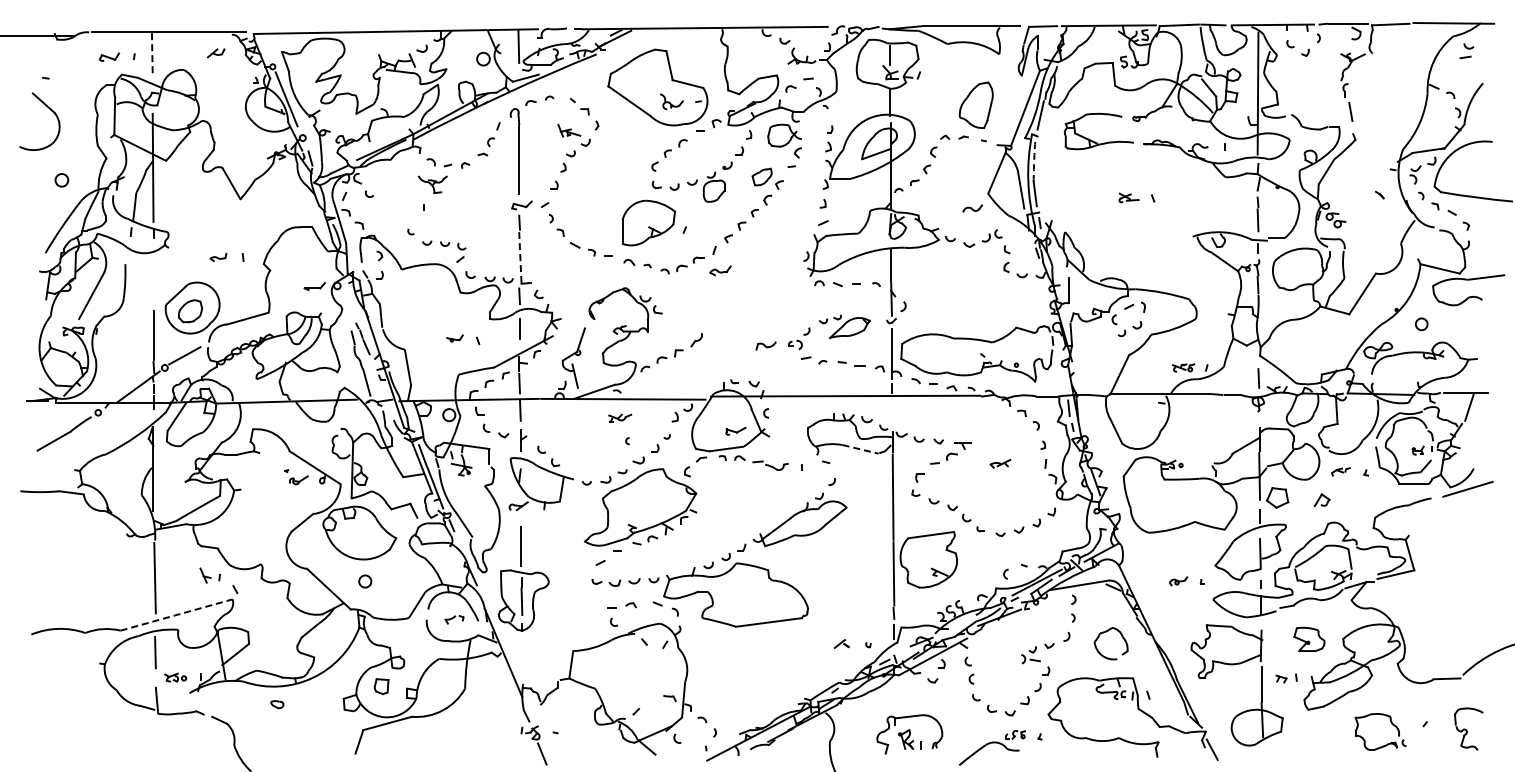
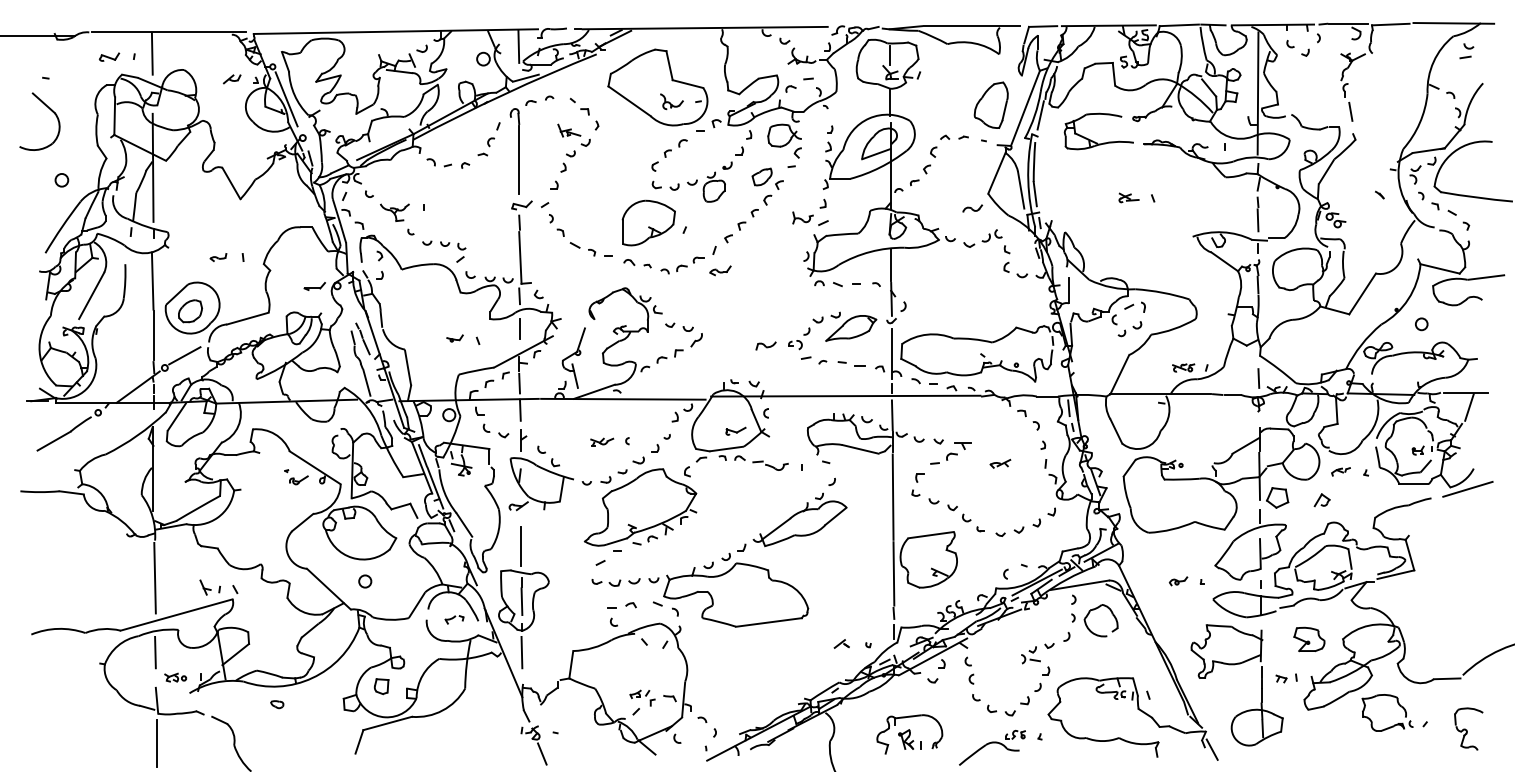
line at (152, 53): dashed -> solid
part at (215, 53) position: (215, 53) -> (231, 79)
part at (975, 104) position: (975, 104) -> (990, 104)
arc at (1034, 161): dashed -> solid
part at (432, 184) position: (432, 184) -> (394, 212)
part at (802, 217): none -> present
line at (520, 257): dashed -> solid
line at (152, 280): none -> present
part at (679, 326): none -> present
part at (844, 326) size: 54x25 px -> 66x31 px
line at (891, 415): none -> present
part at (620, 417) position: (620, 417) -> (602, 441)
line at (860, 449): dashed -> solid
part at (209, 575) position: (209, 575) -> (209, 587)
line at (177, 614): dashed -> solid
part at (1104, 633) position: (1104, 633) -> (1094, 610)
line at (521, 652): none -> present
part at (642, 697): none -> present
part at (1391, 724) position: (1391, 724) -> (1398, 705)
line at (156, 742): none -> present
